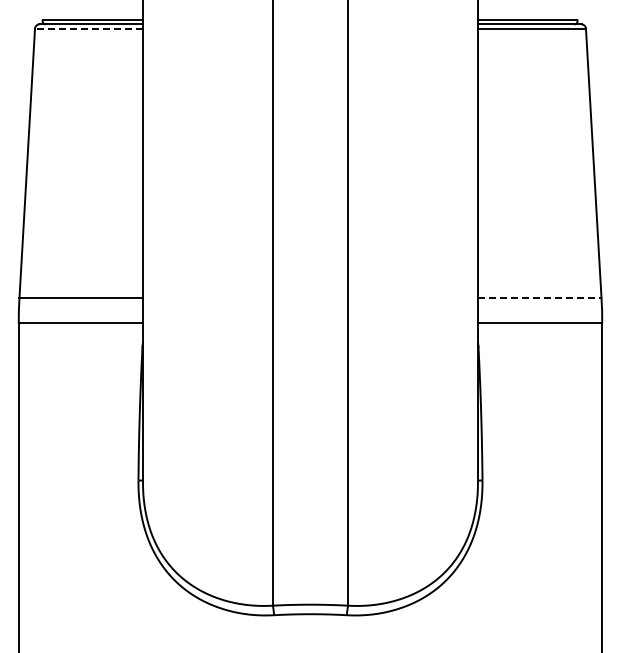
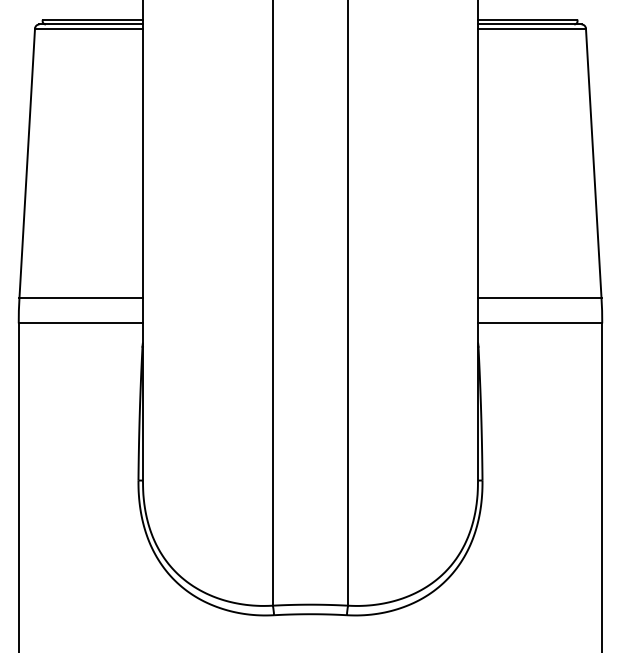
line at (89, 28): dashed -> solid
line at (539, 298): dashed -> solid
